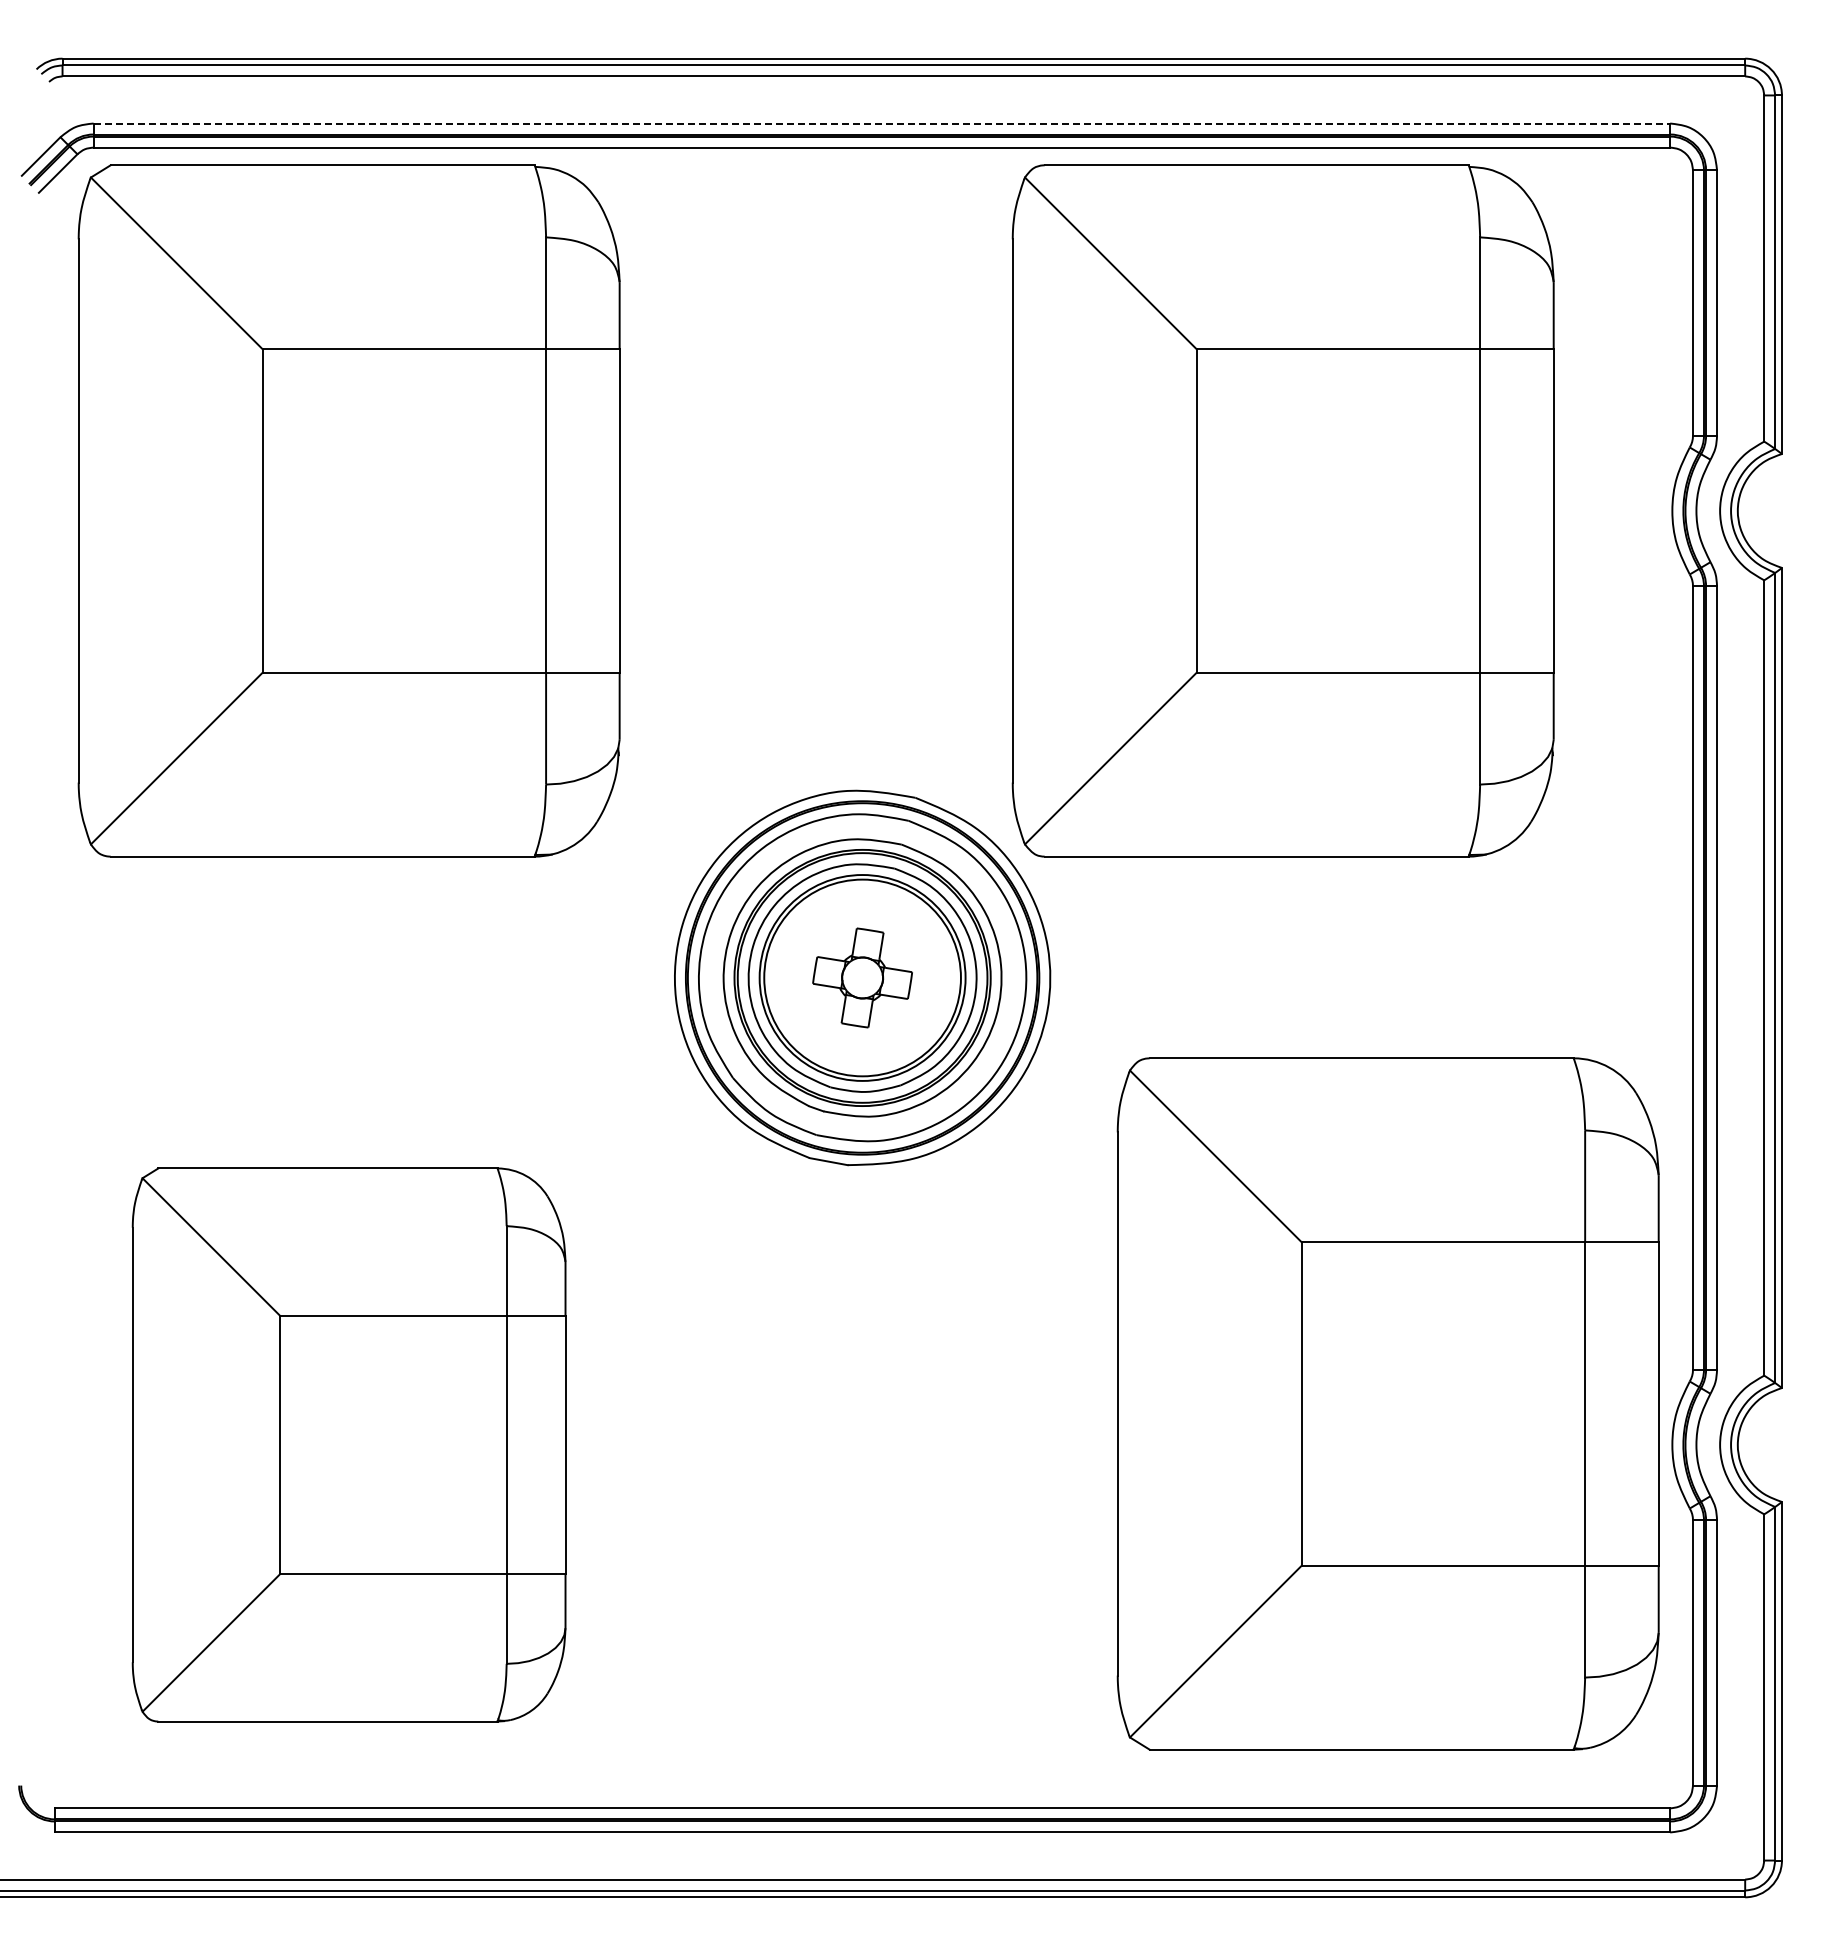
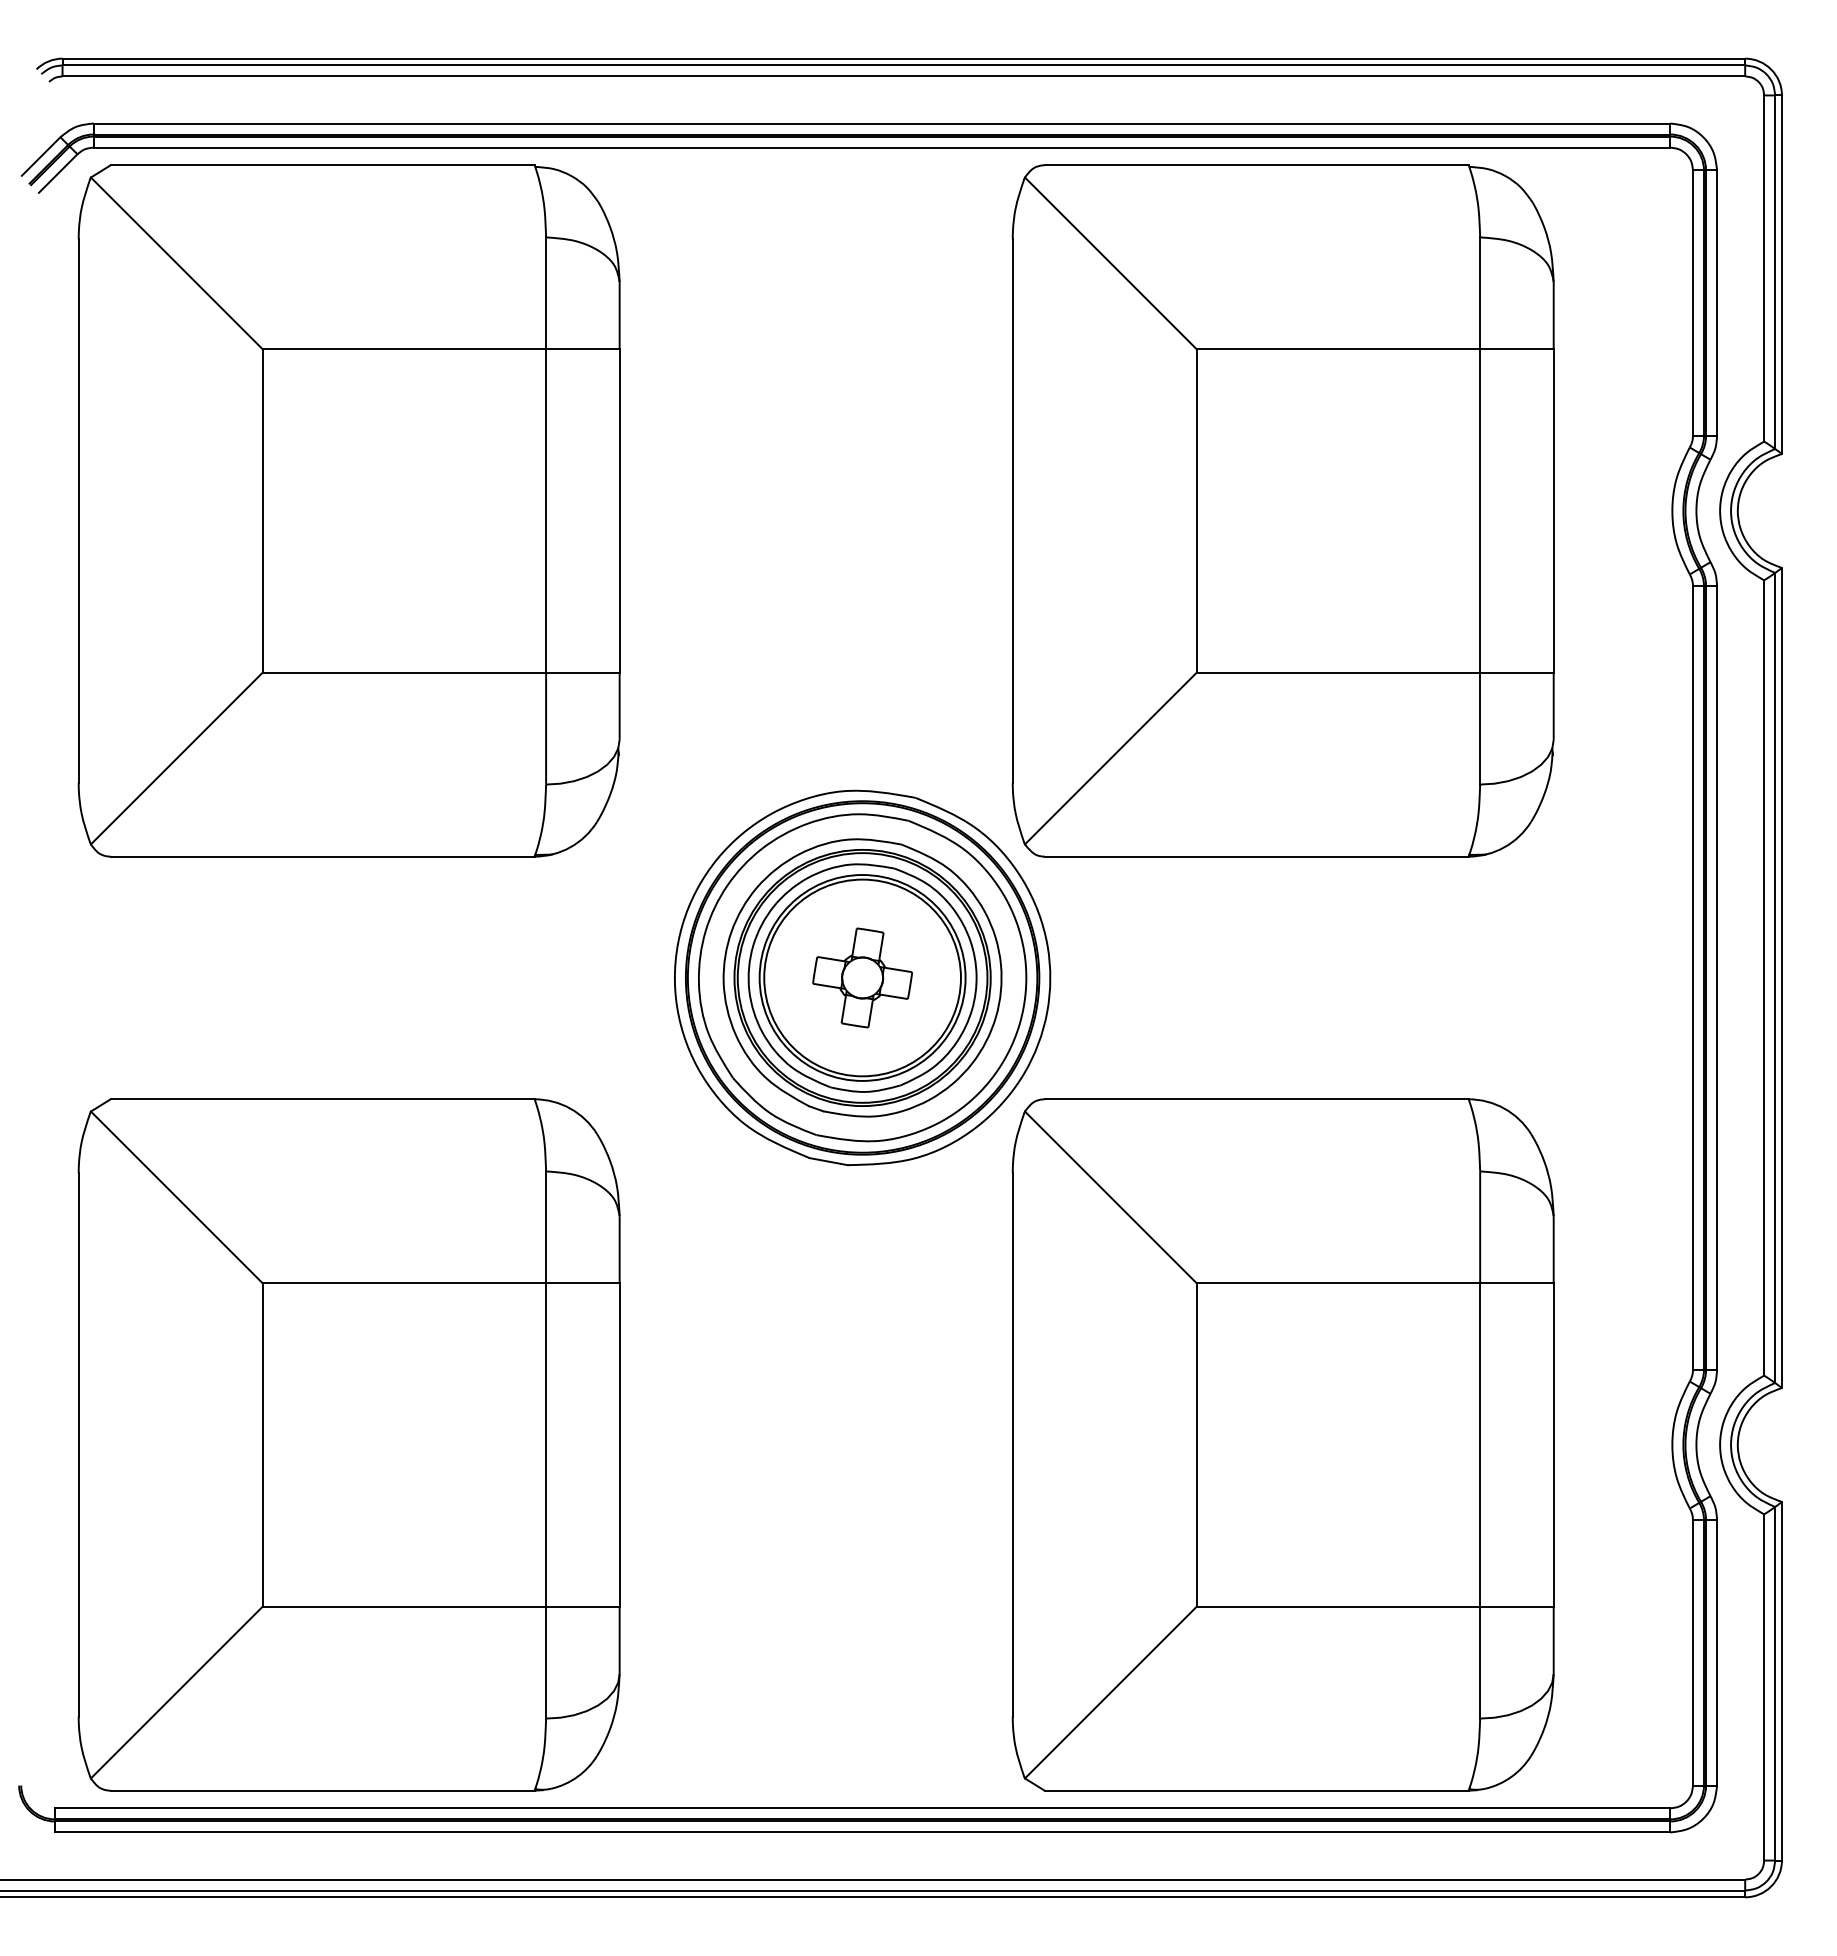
line at (882, 123): dashed -> solid
part at (1387, 1403) position: (1387, 1403) -> (1282, 1444)
part at (348, 1444) size: 436x556 px -> 544x694 px
